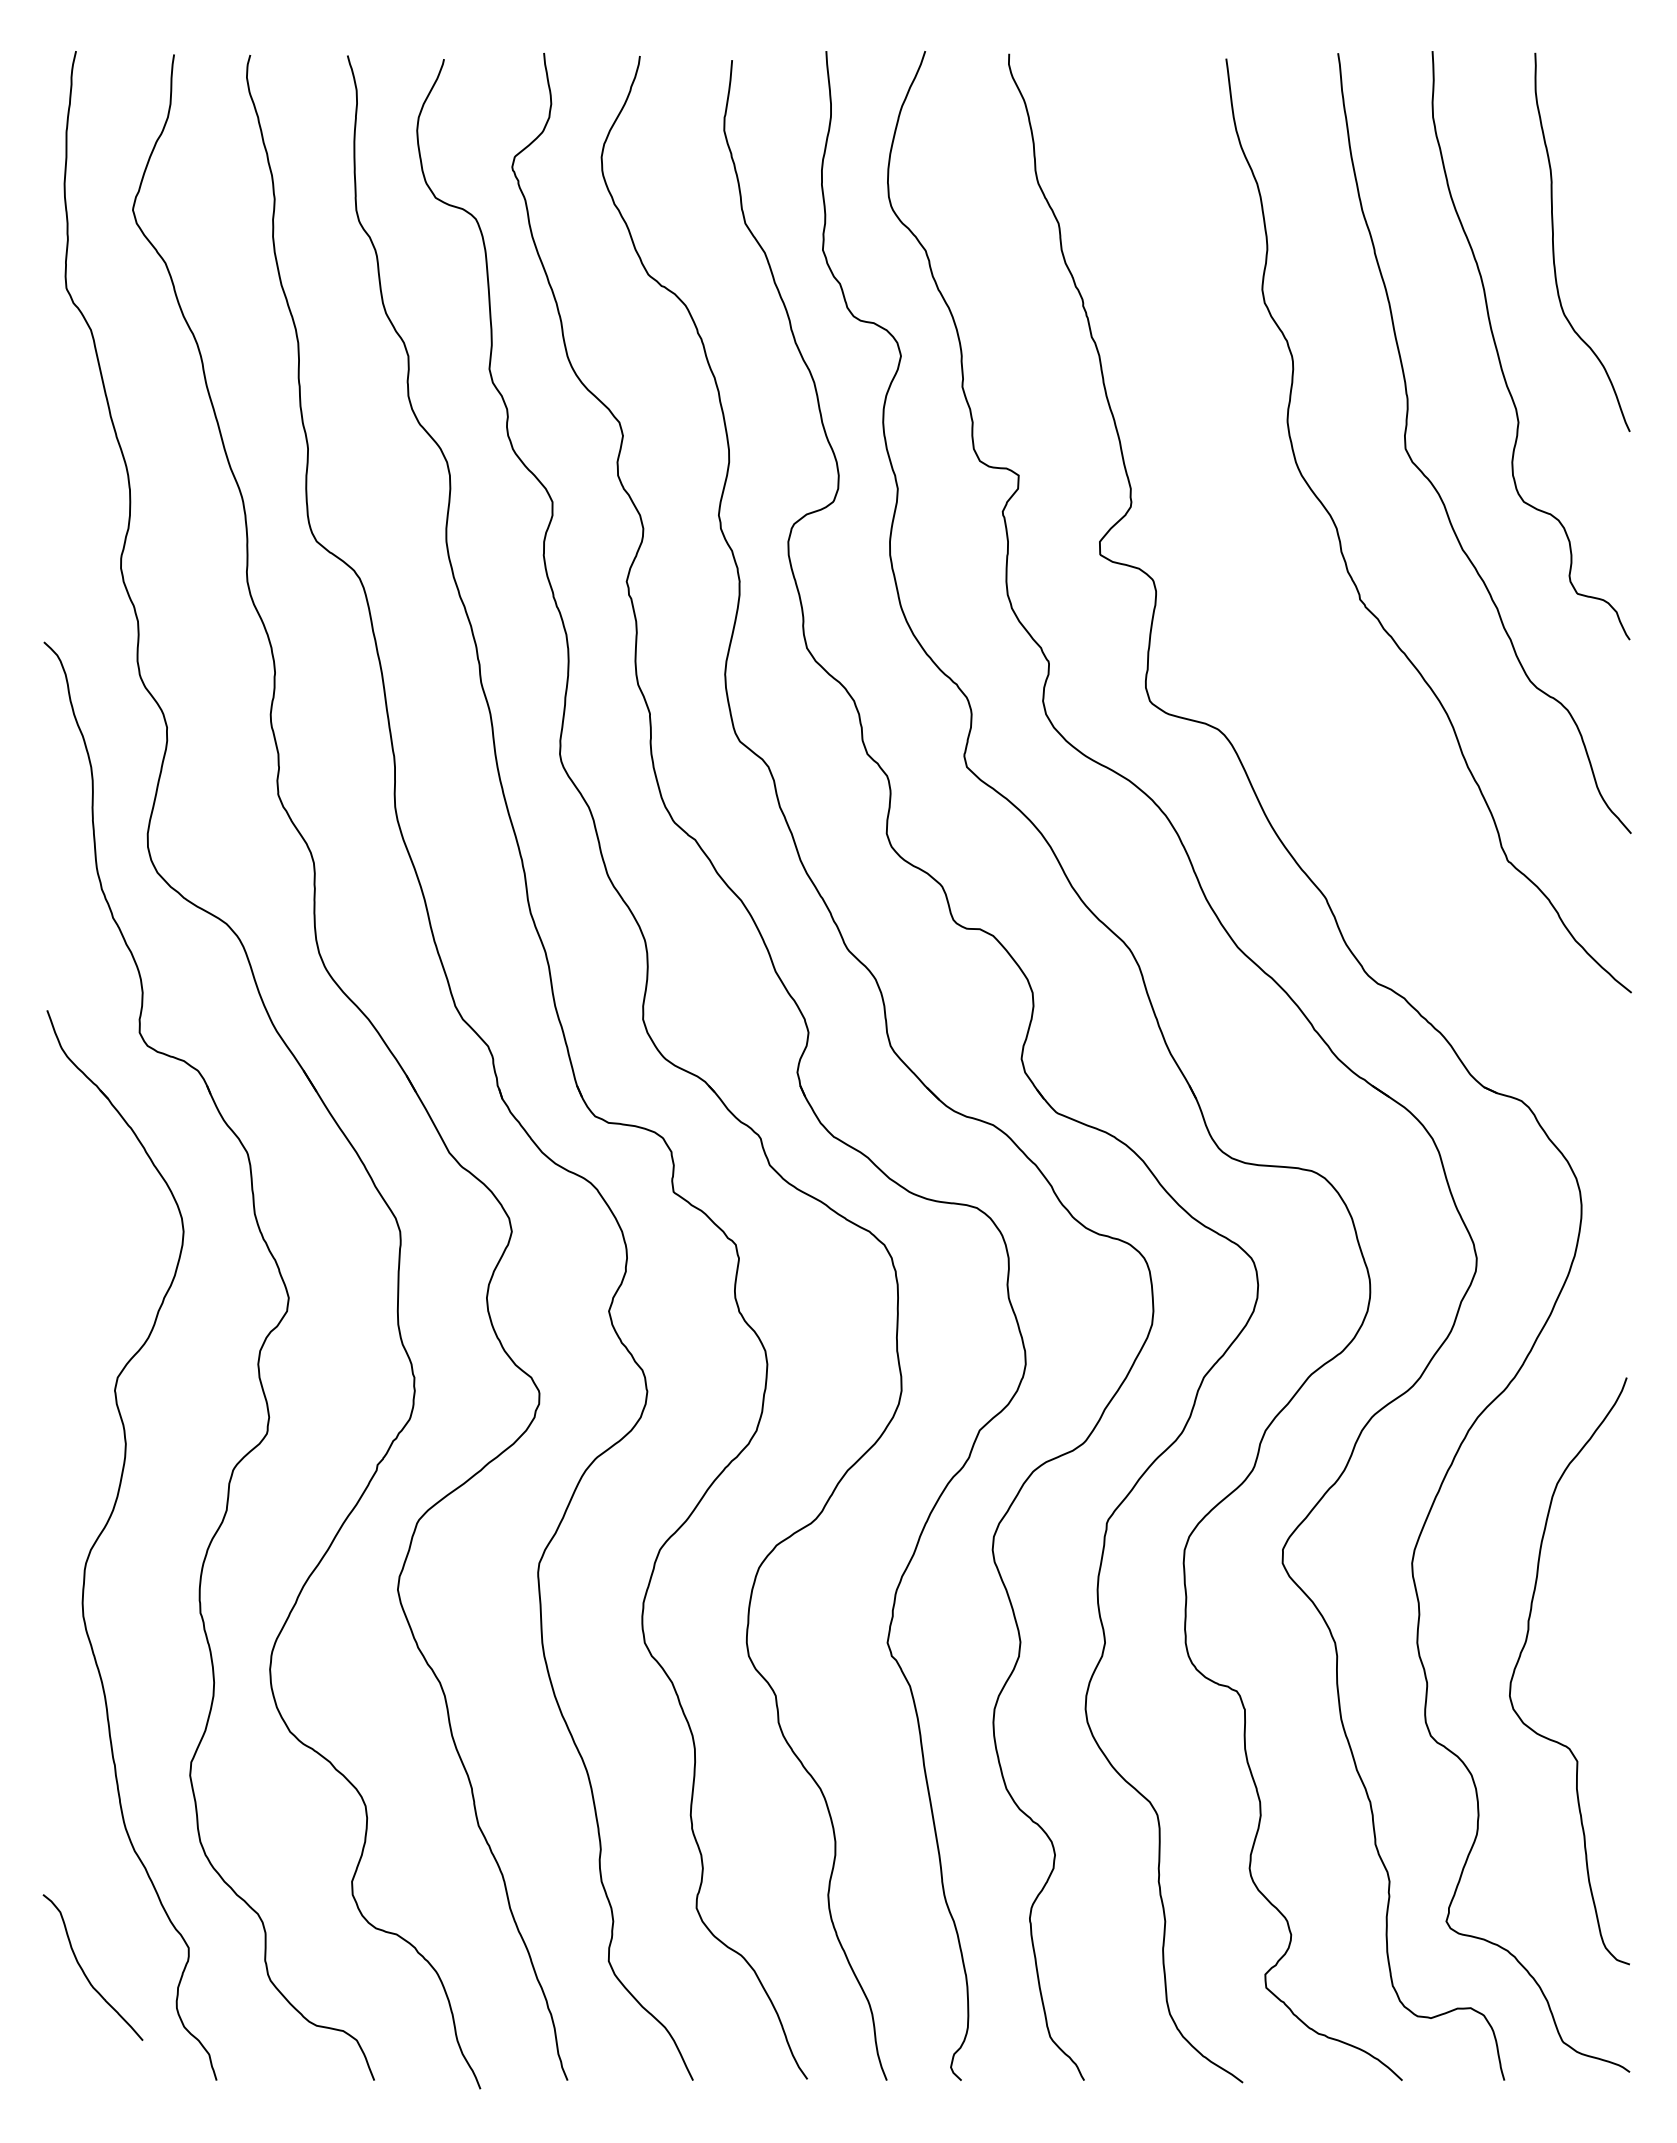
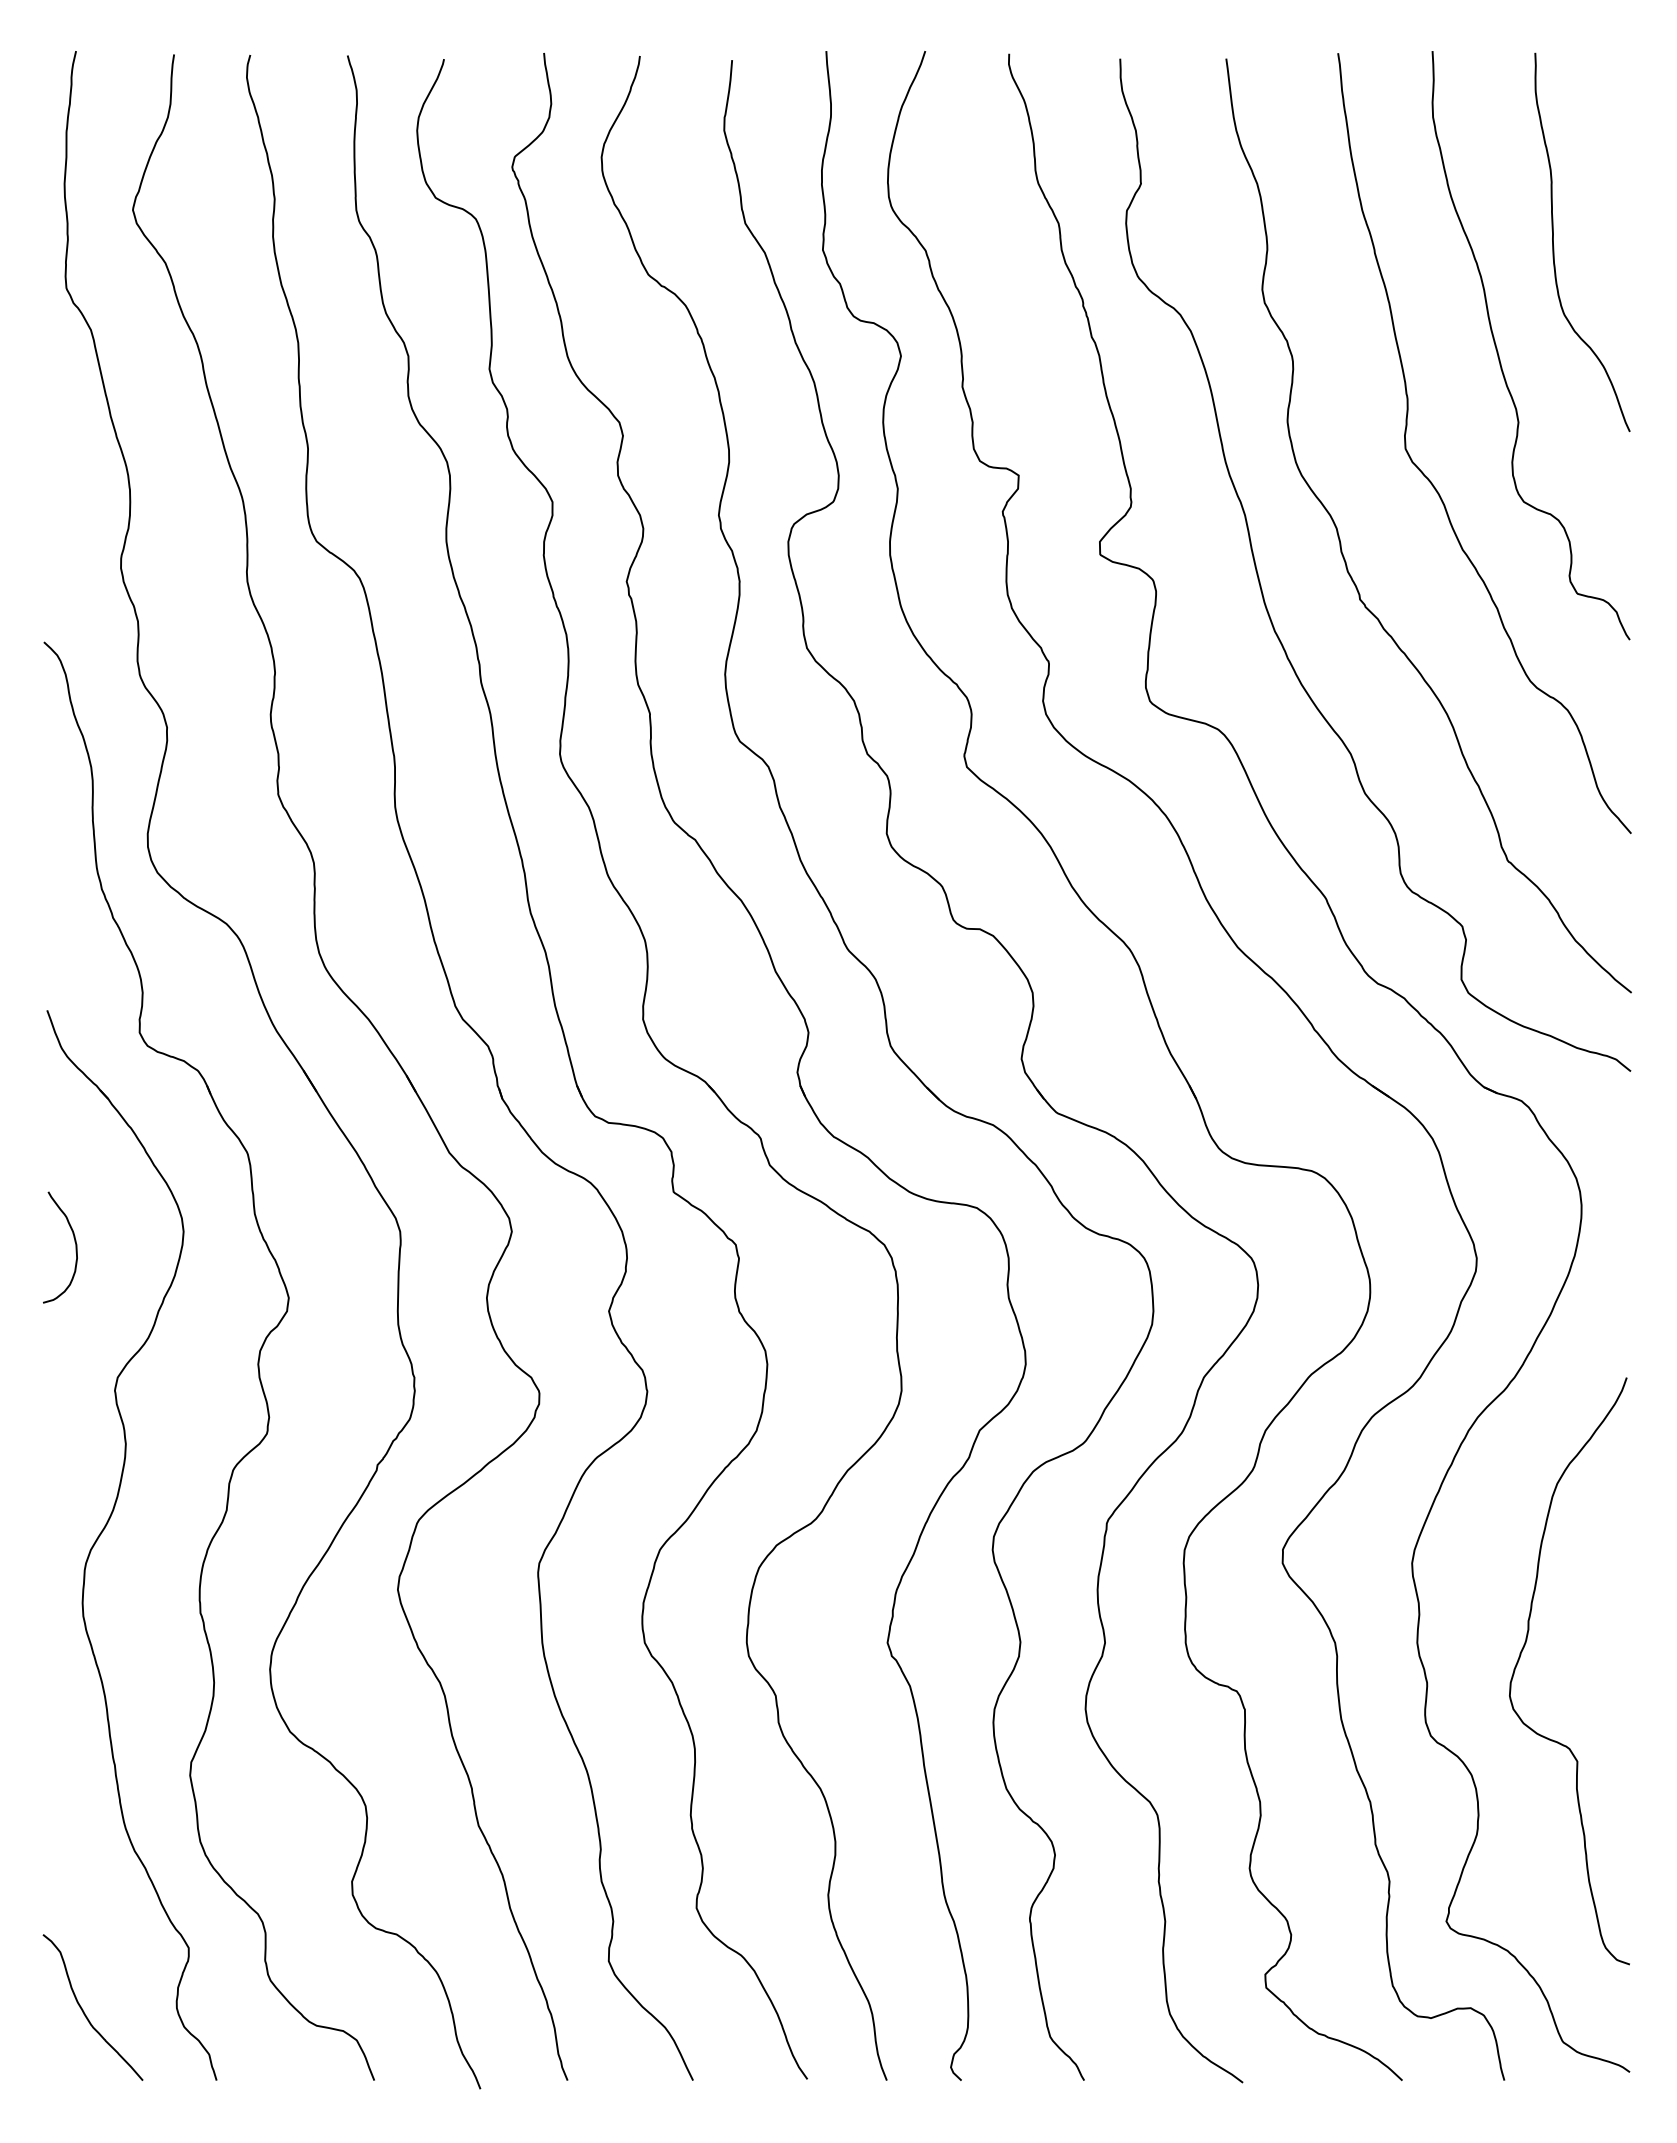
curve at (1263, 593): none -> present
curve at (74, 1242): none -> present
curve at (84, 1971) position: (84, 1971) -> (84, 2011)
